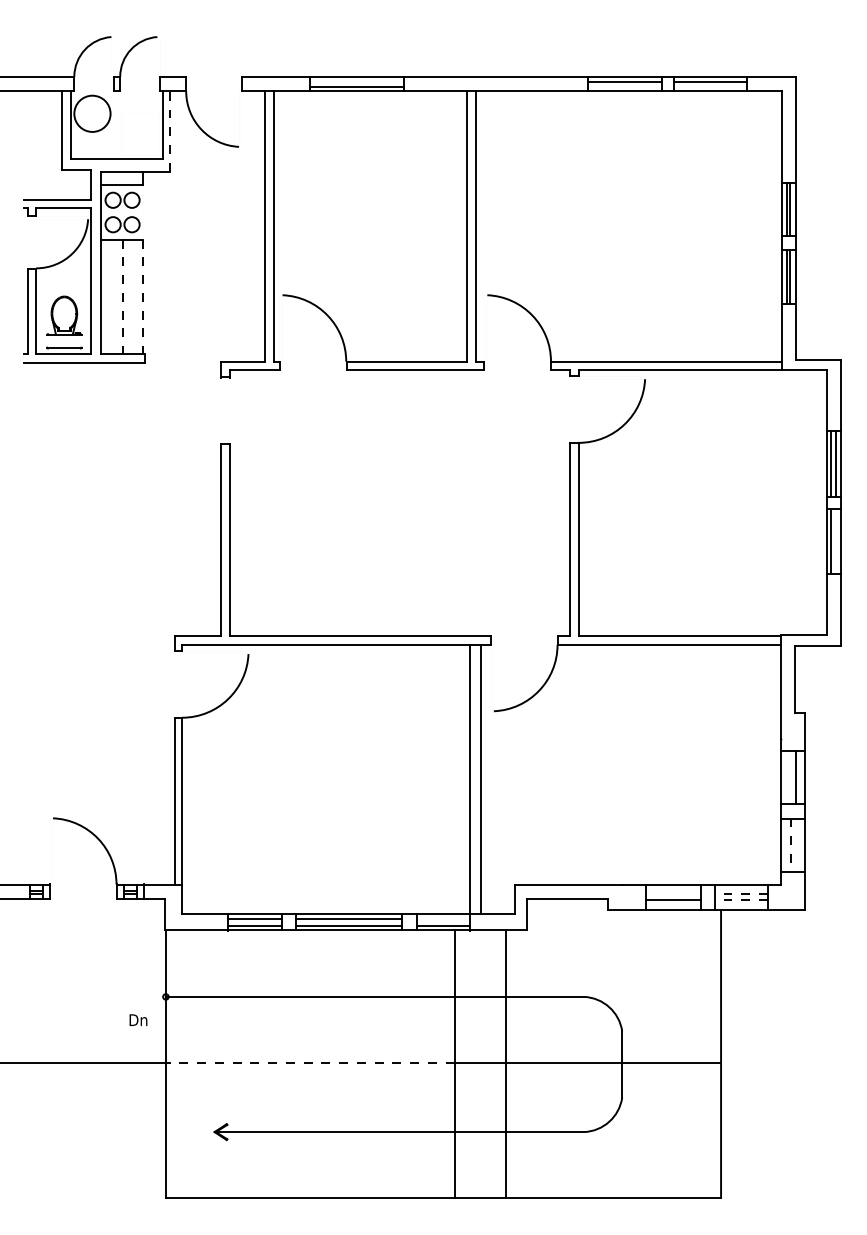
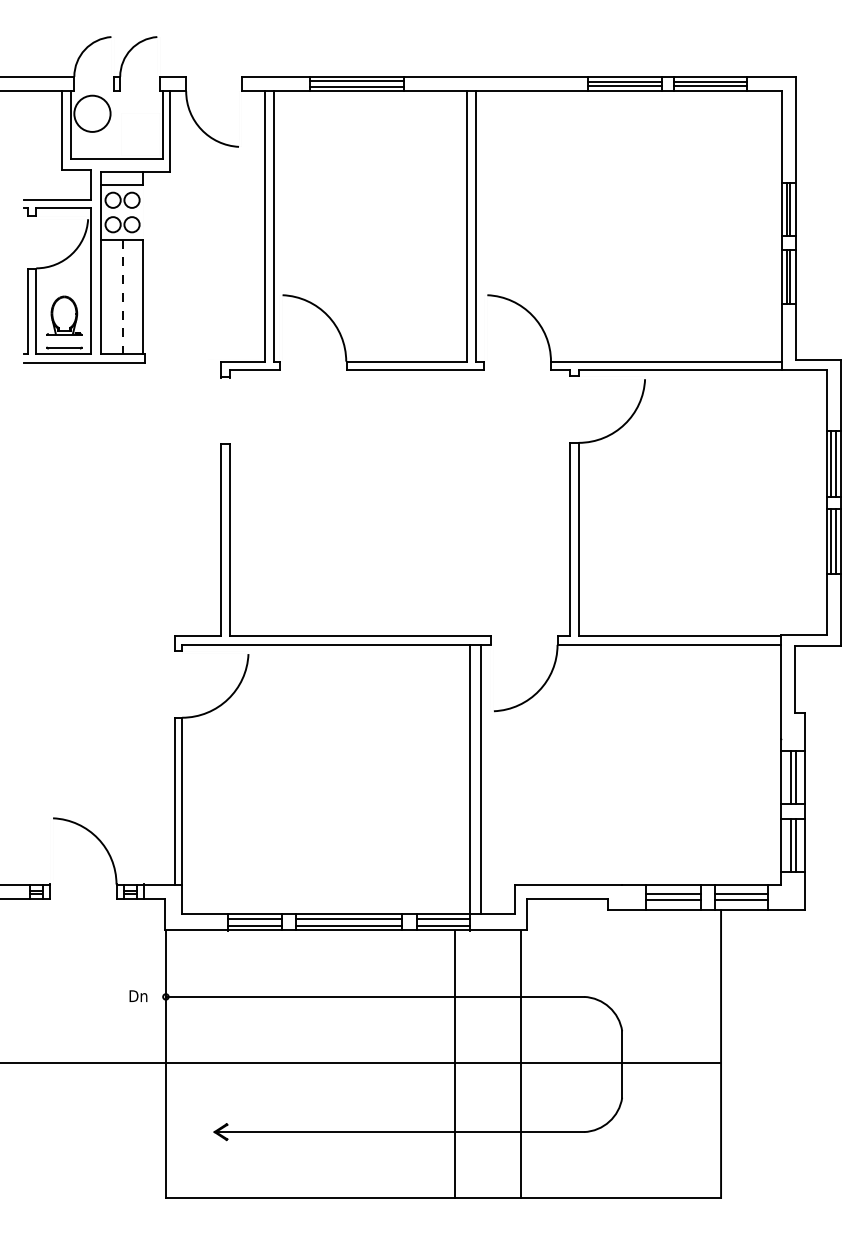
line at (356, 81): none -> present
line at (624, 86): none -> present
line at (710, 86): none -> present
line at (170, 130): dashed -> solid
line at (143, 297): dashed -> solid
line at (836, 541): none -> present
line at (790, 777): none -> present
line at (790, 845): dashed -> solid
line at (795, 845): none -> present
line at (673, 894): none -> present
line at (740, 894): dashed -> solid
line at (740, 900): dashed -> solid
line at (442, 919): none -> present
text at (138, 1019) position: (138, 1019) -> (138, 995)
line at (309, 1062): dashed -> solid
line at (506, 1063) position: (506, 1063) -> (521, 1063)
